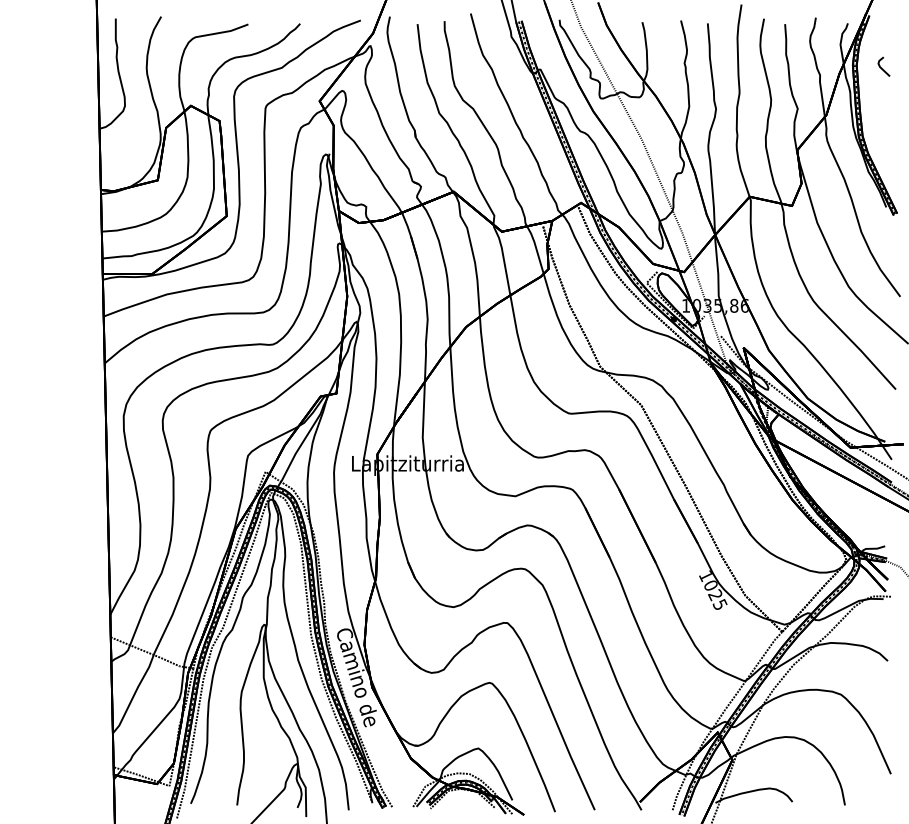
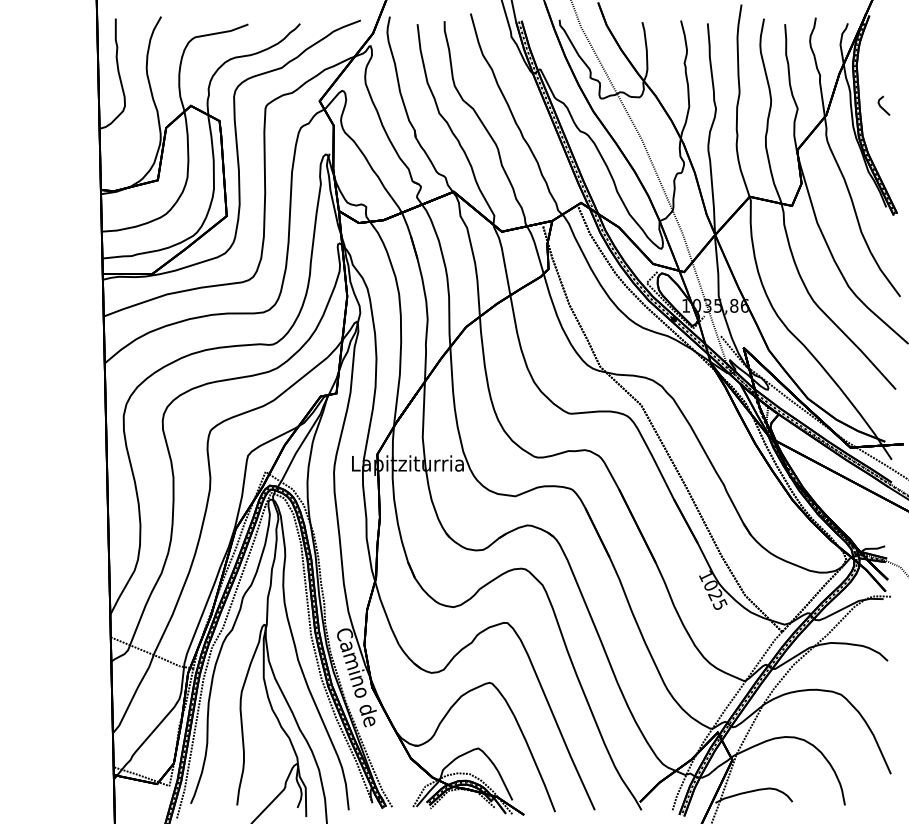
line at (881, 67) position: (881, 67) -> (881, 106)
